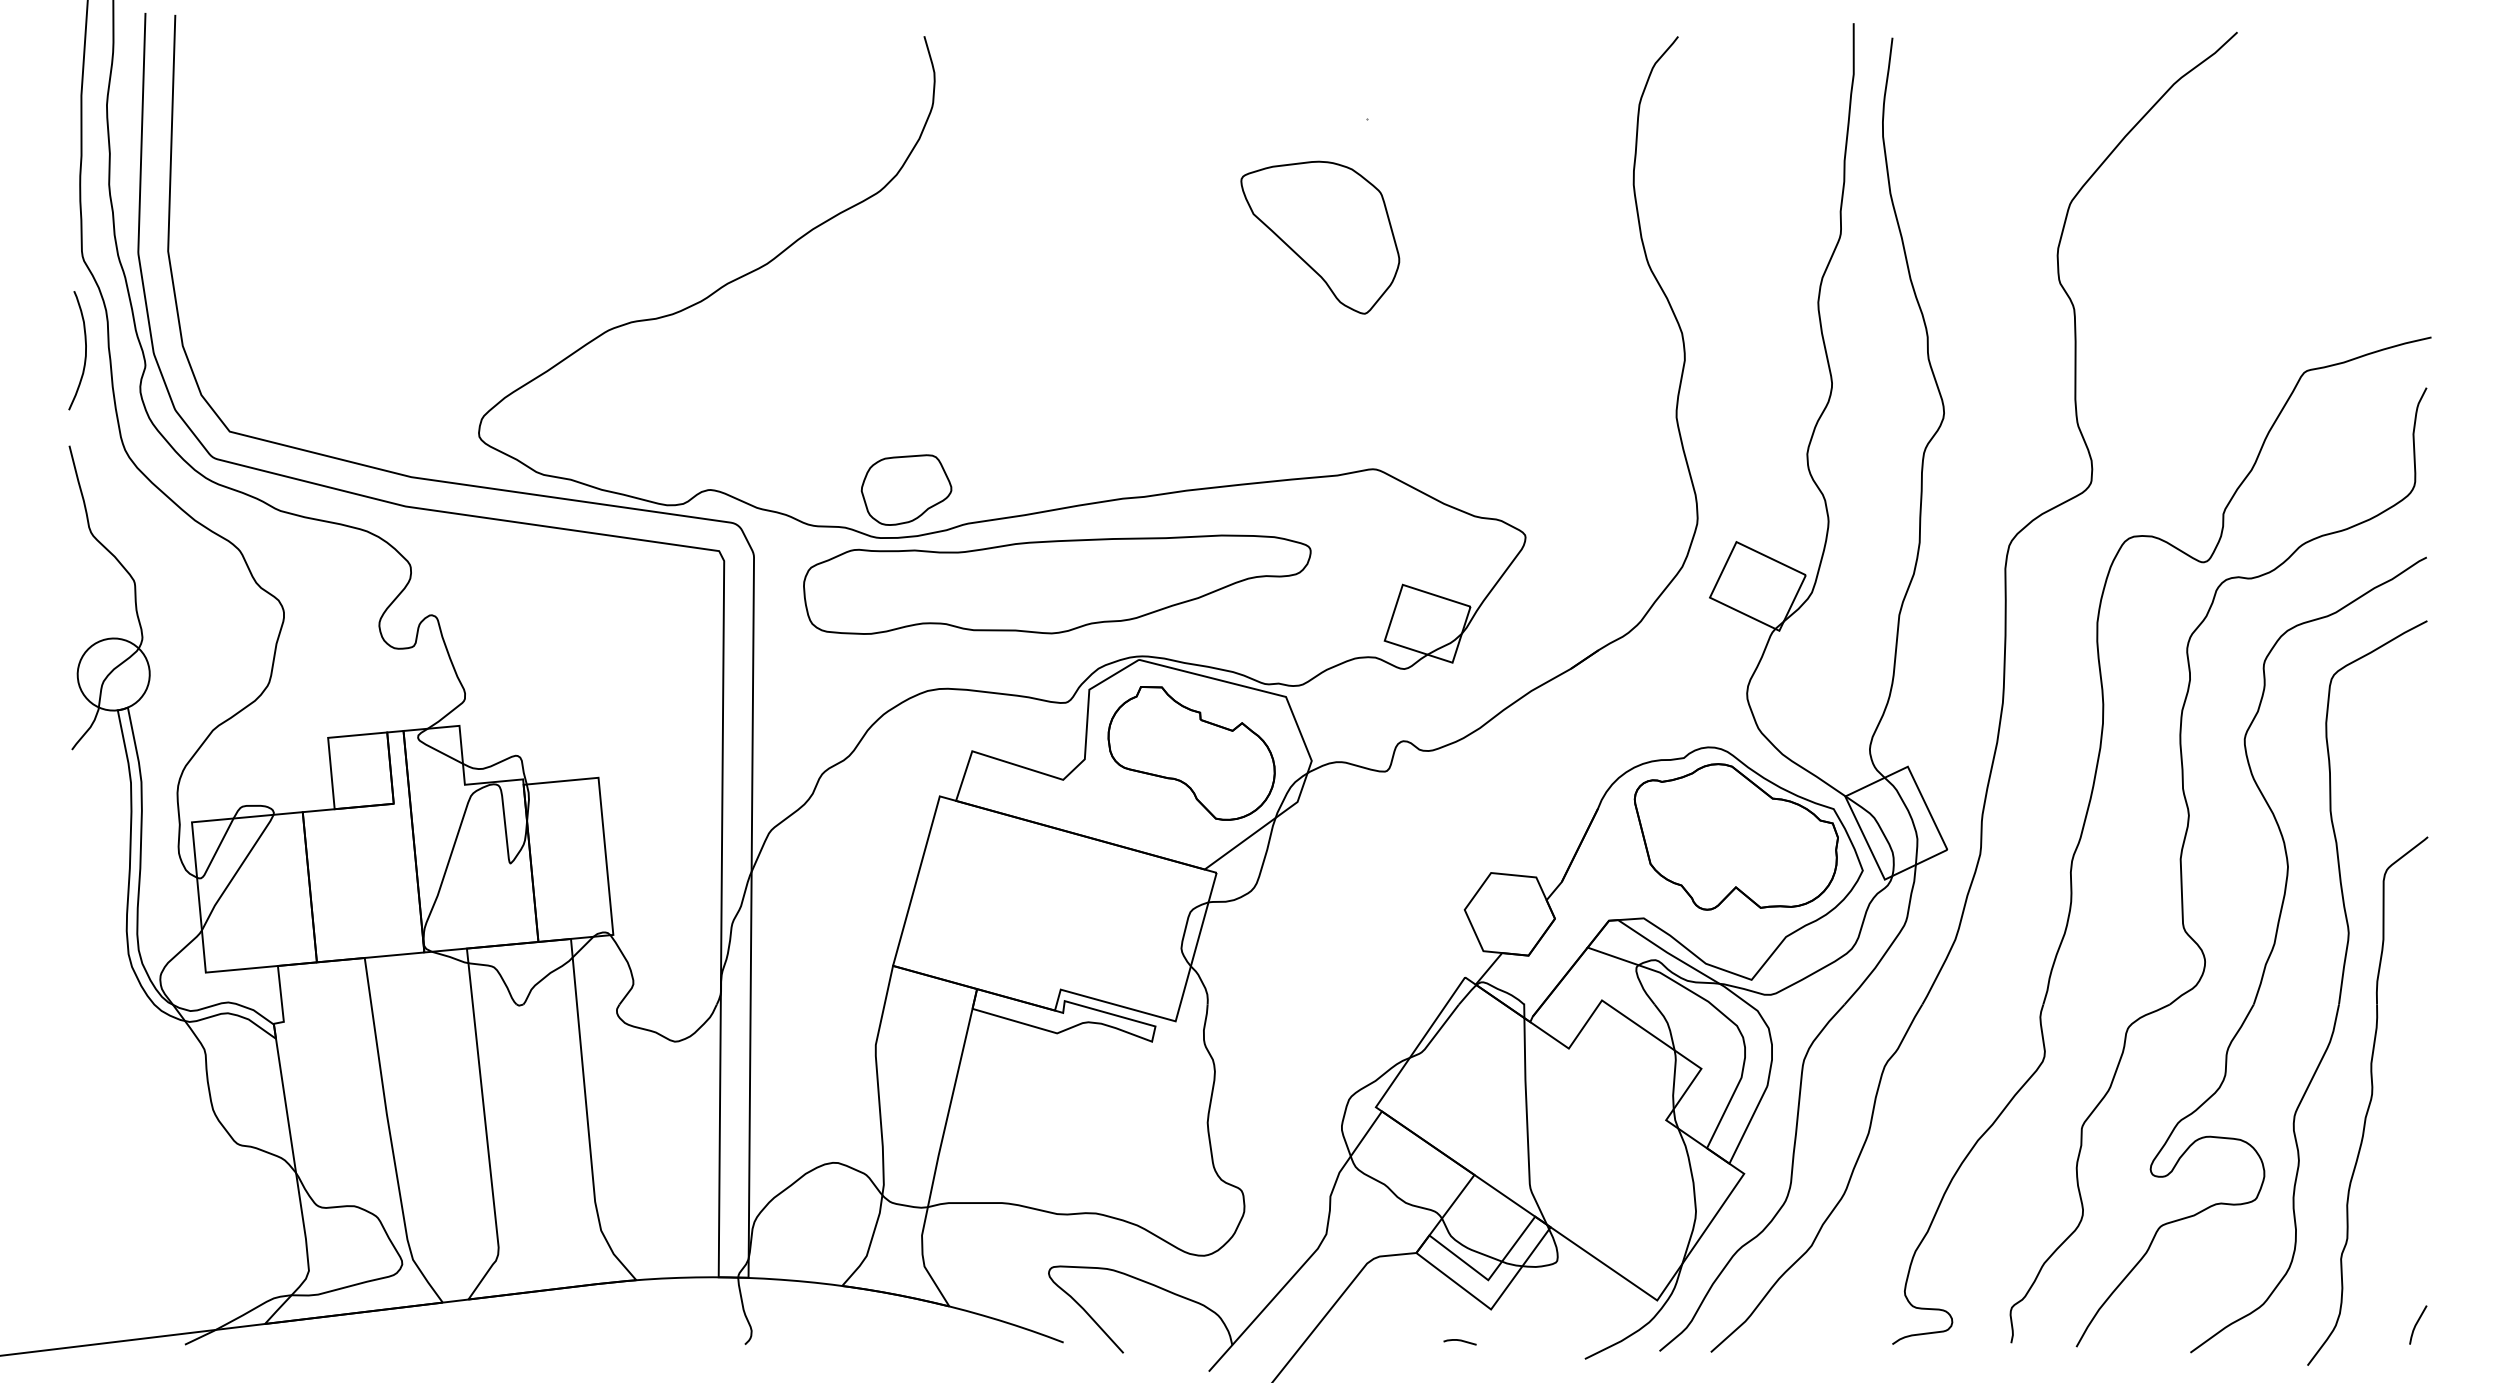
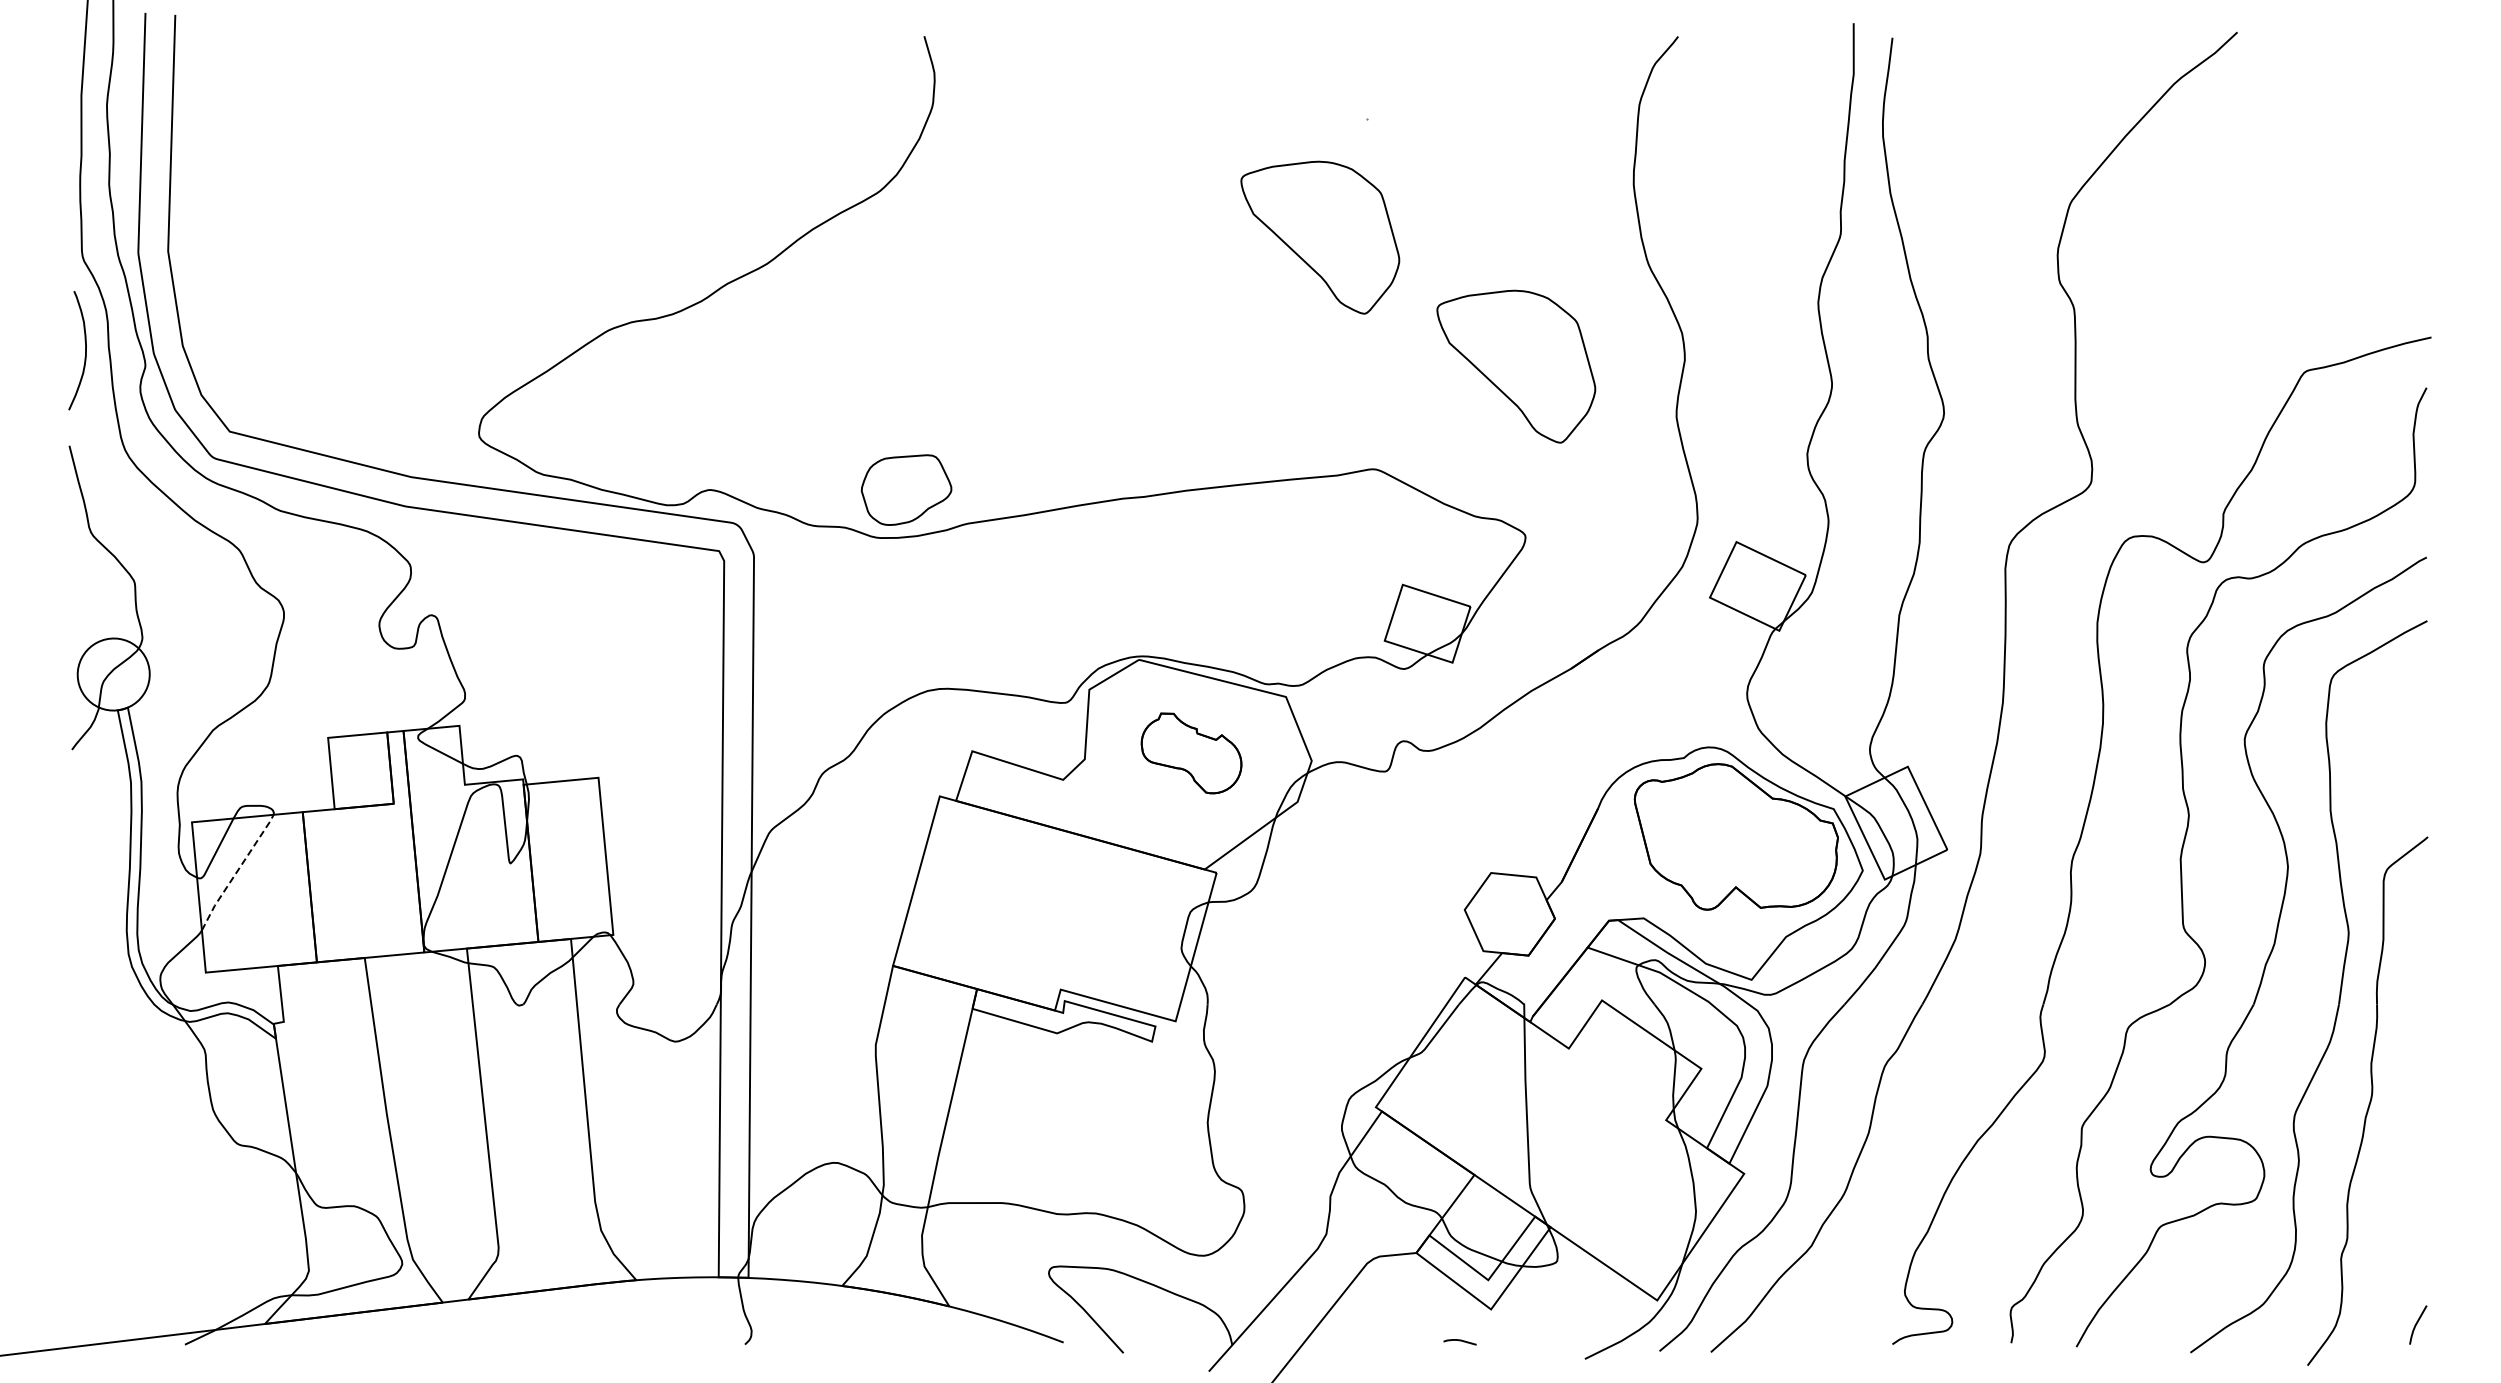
part at (1516, 366): none -> present
part at (1057, 584): present -> none
part at (1191, 753) size: 169x135 px -> 103x83 px
line at (237, 871): solid -> dashed
